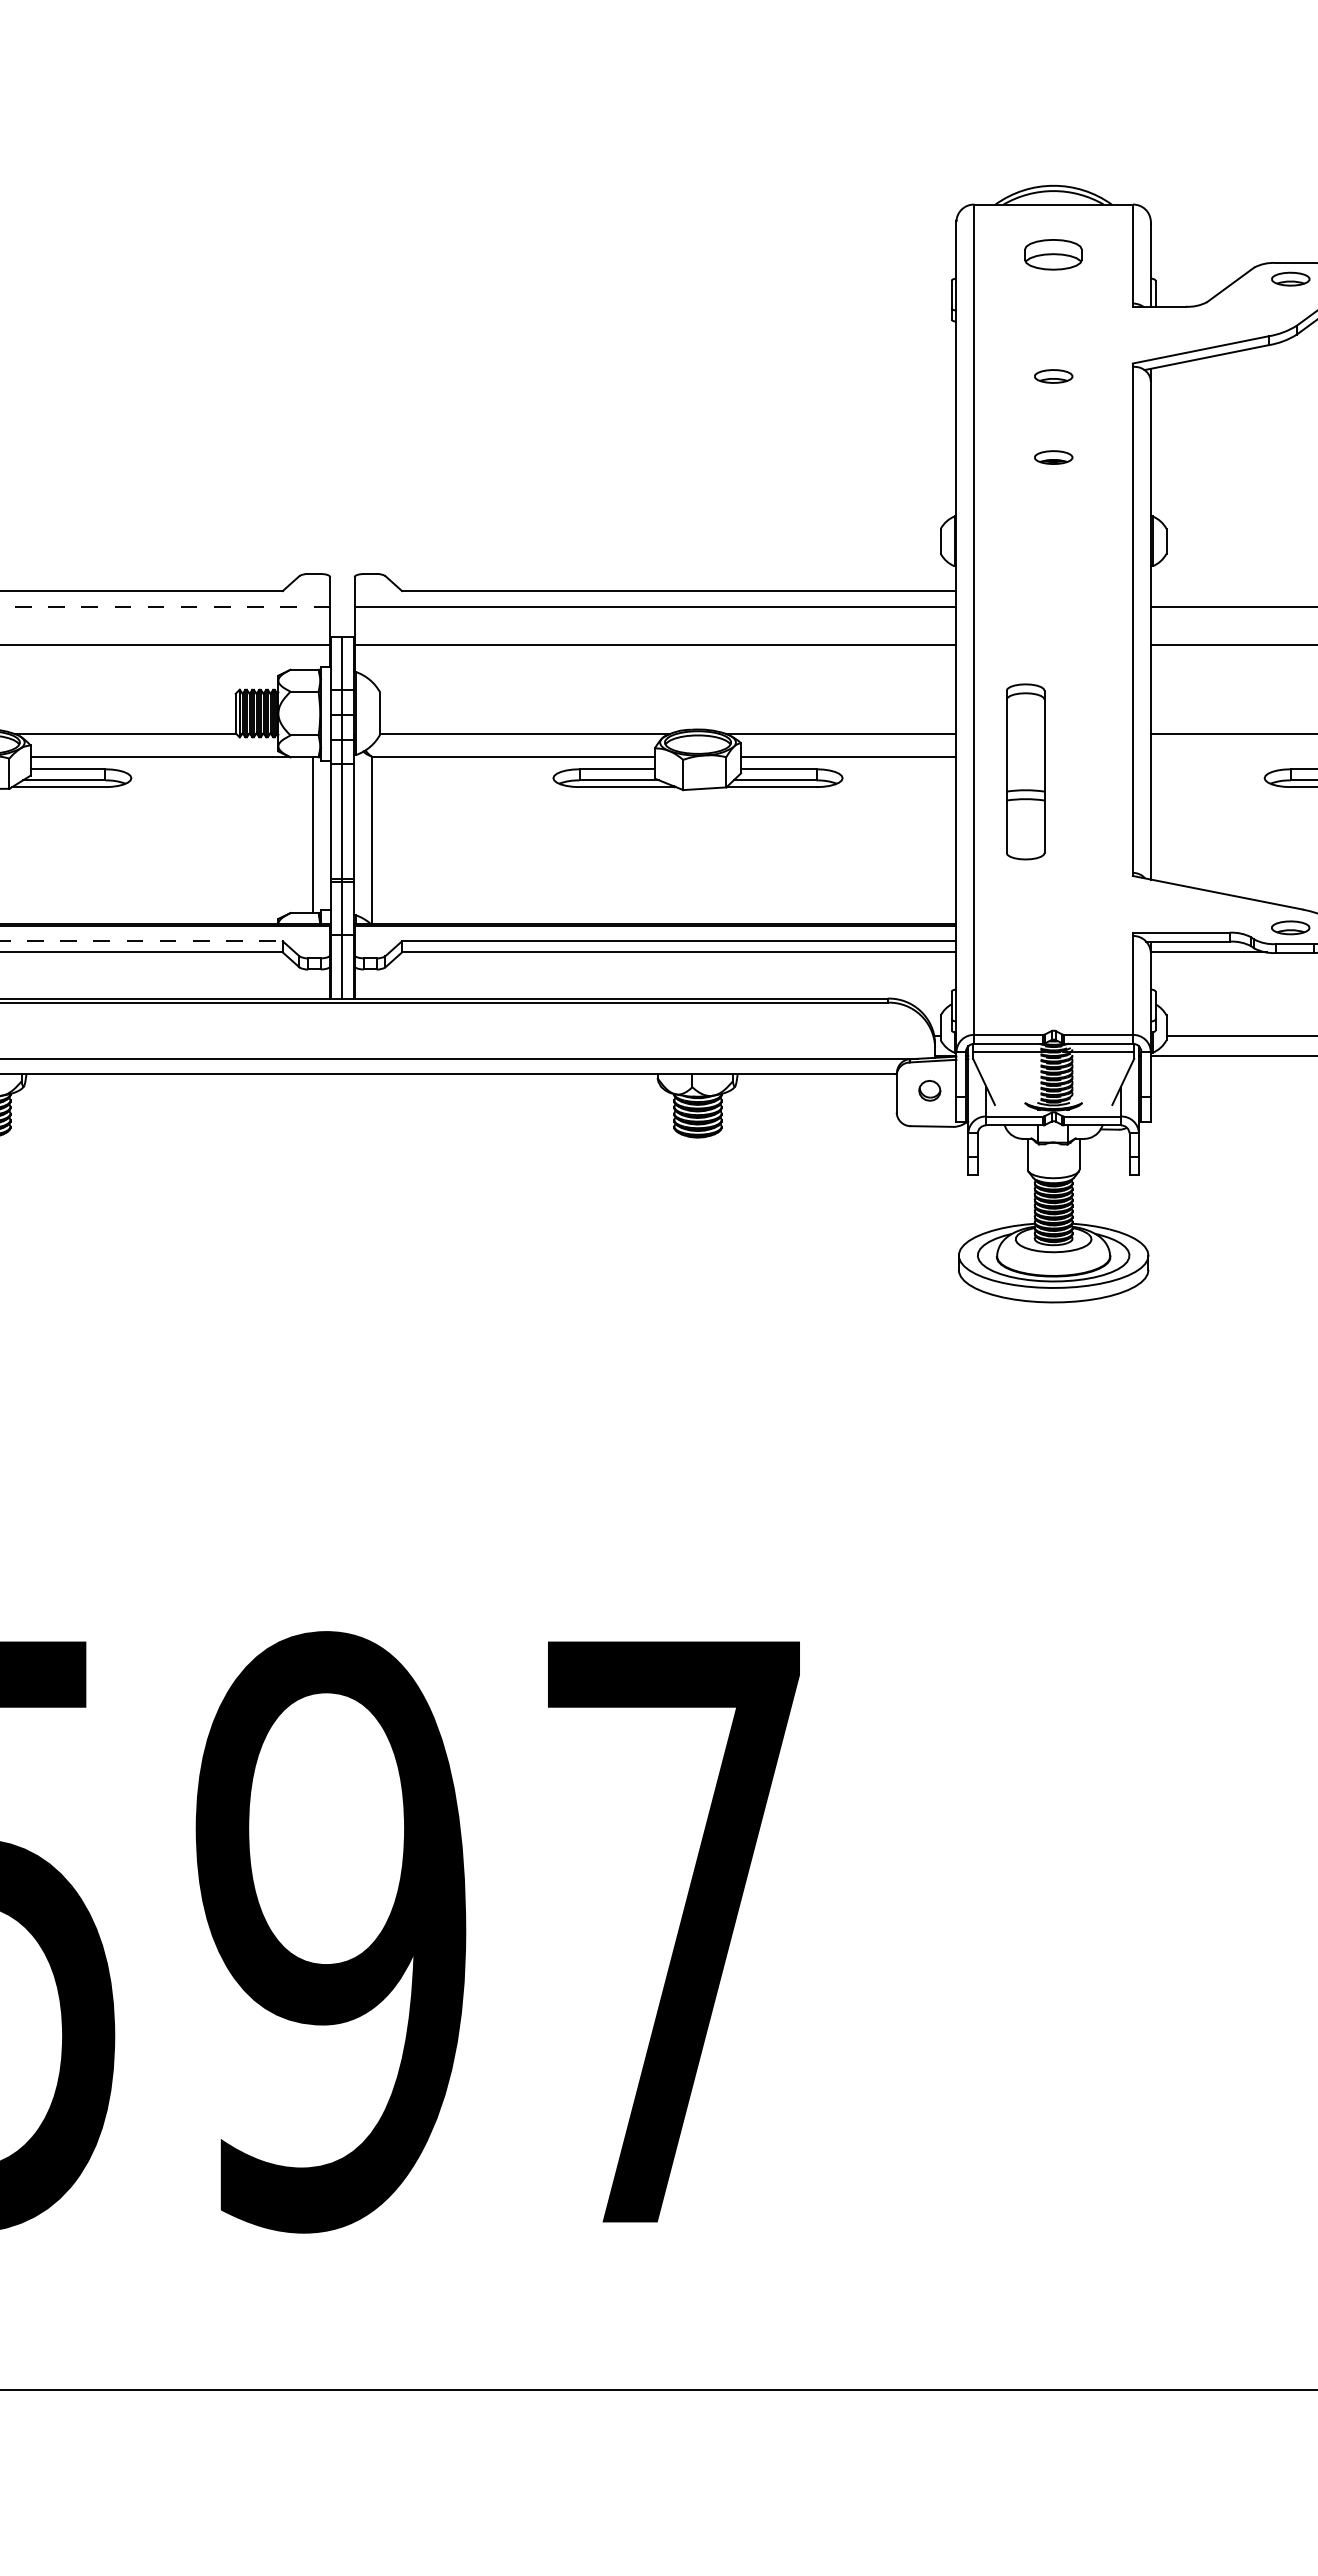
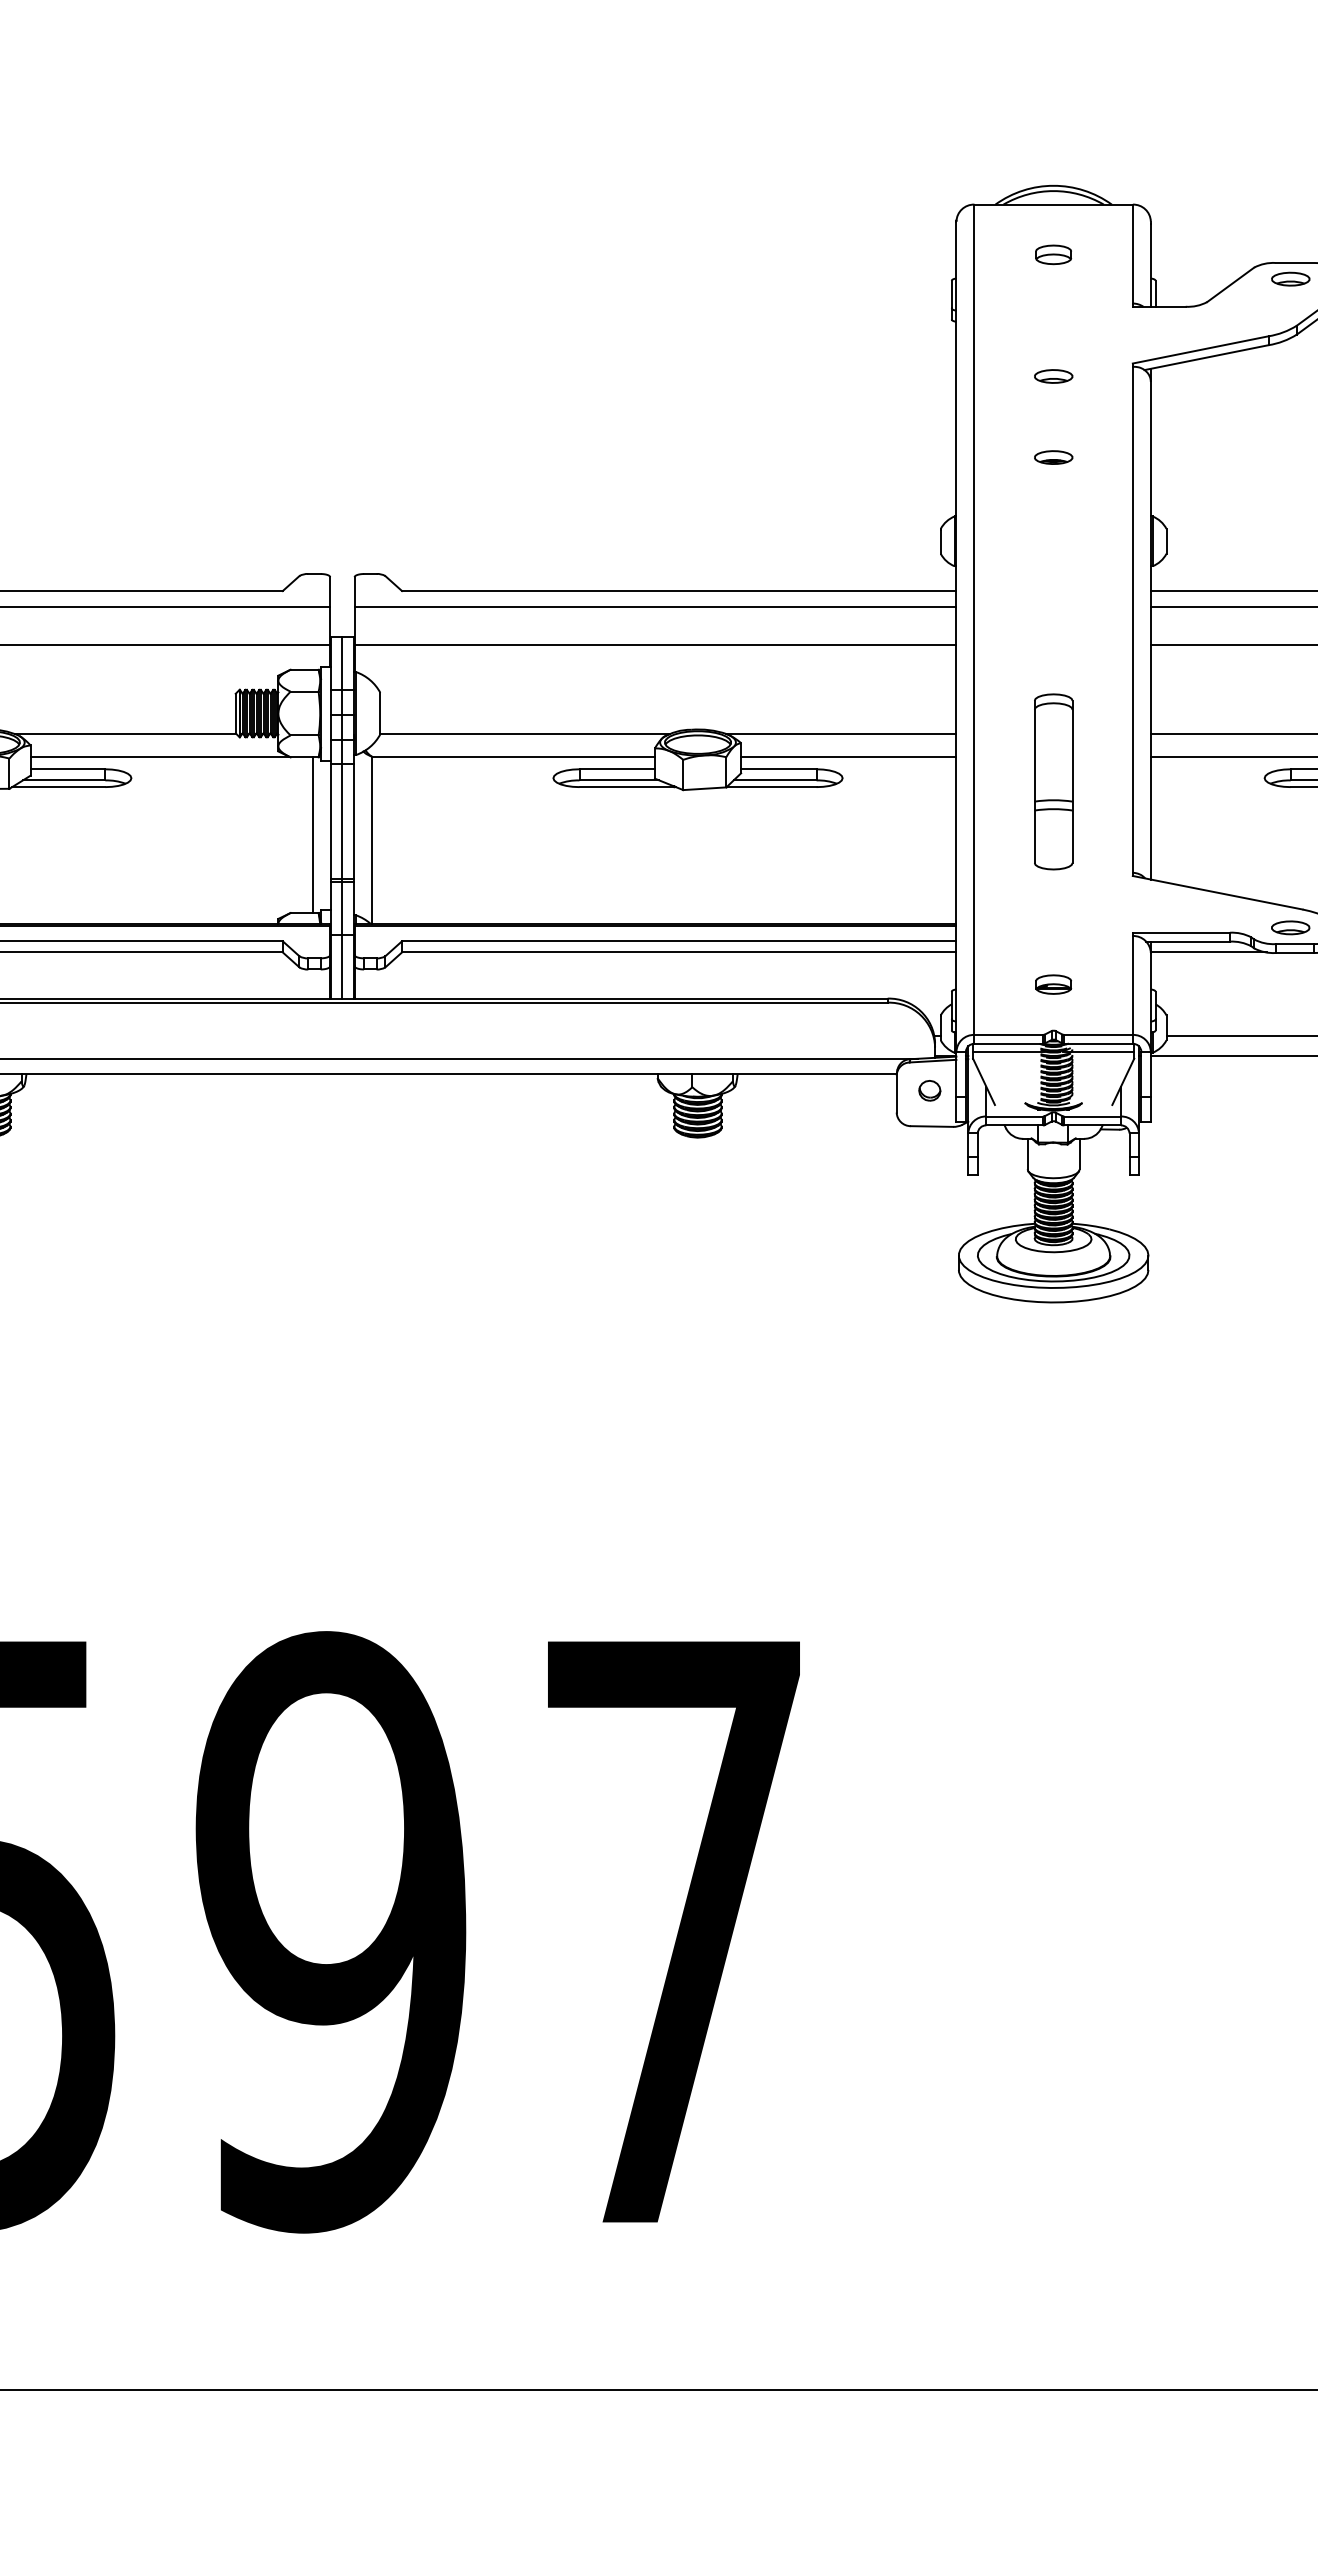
part at (1053, 254) size: 59x32 px -> 38x22 px
line at (1232, 591): none -> present
line at (165, 606): dashed -> solid
line at (1232, 756): none -> present
part at (1025, 771) position: (1025, 771) -> (1053, 781)
line at (141, 941): dashed -> solid
part at (1053, 984): none -> present
